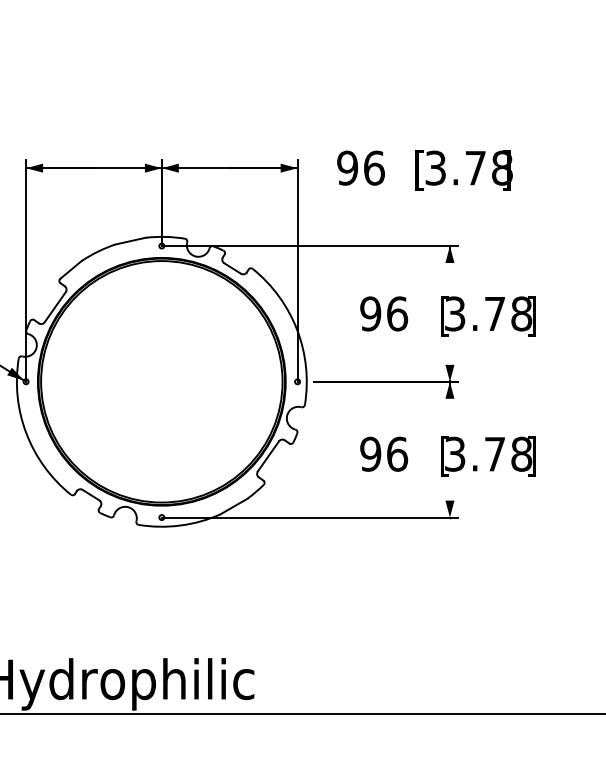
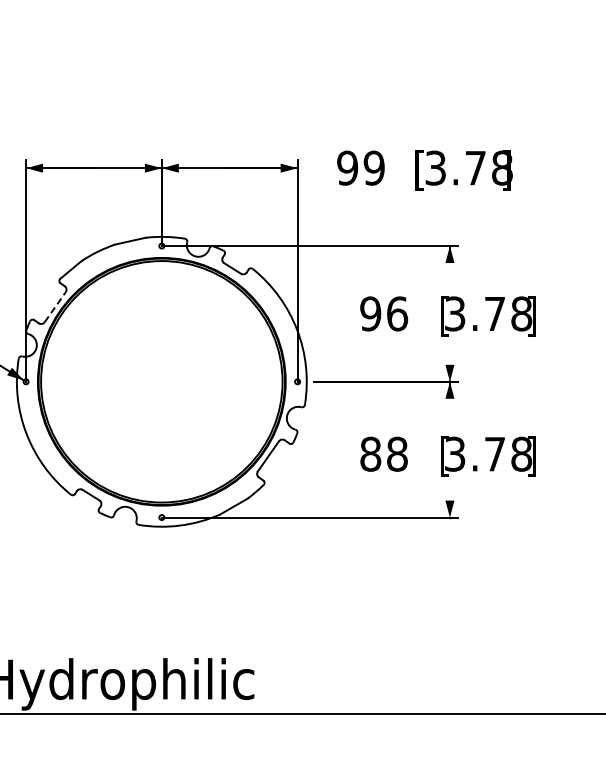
text at (373, 167): 96 -> 99
line at (55, 306): solid -> dashed
text at (384, 453): 96 -> 88
